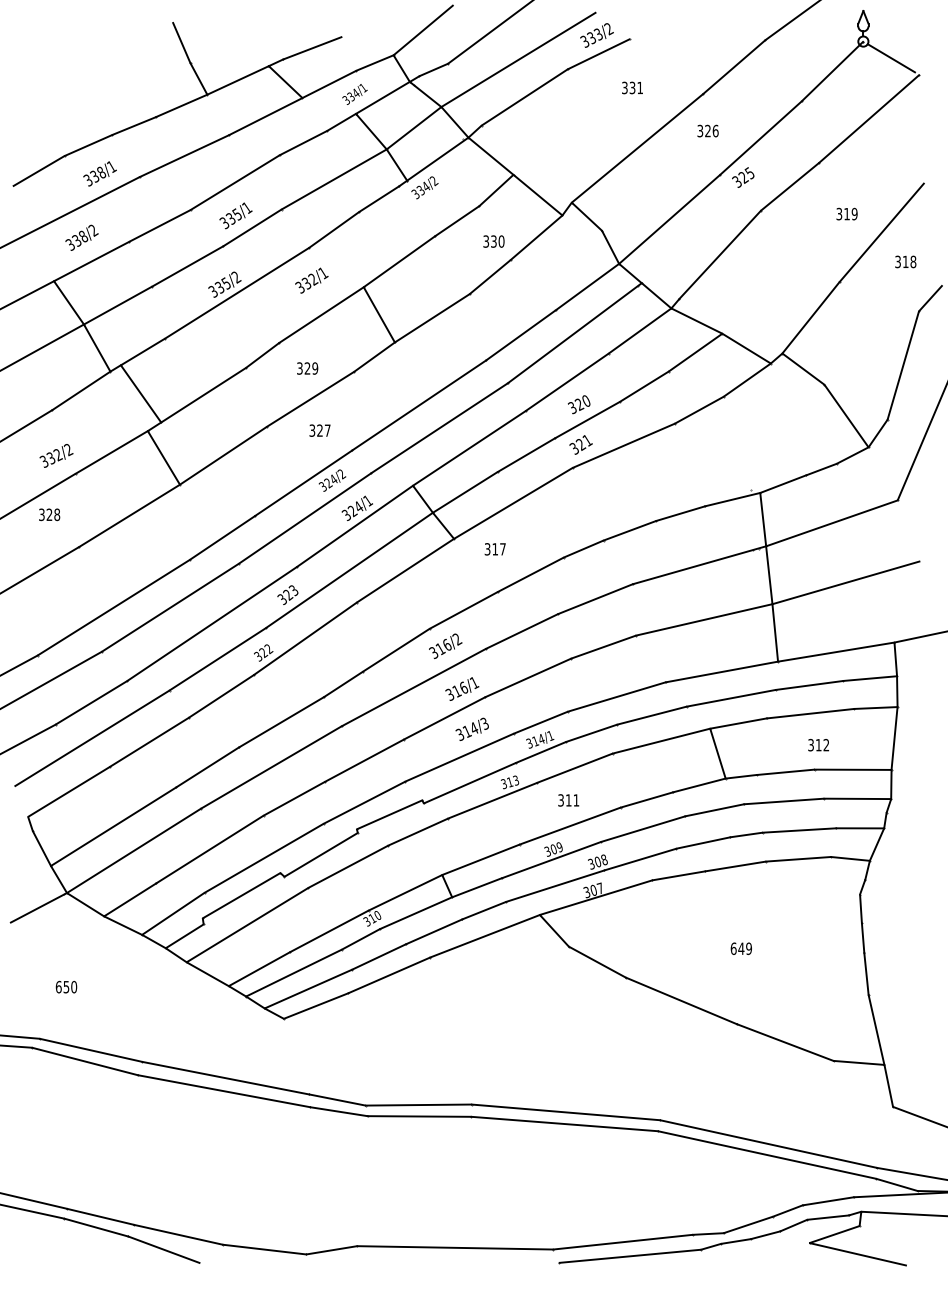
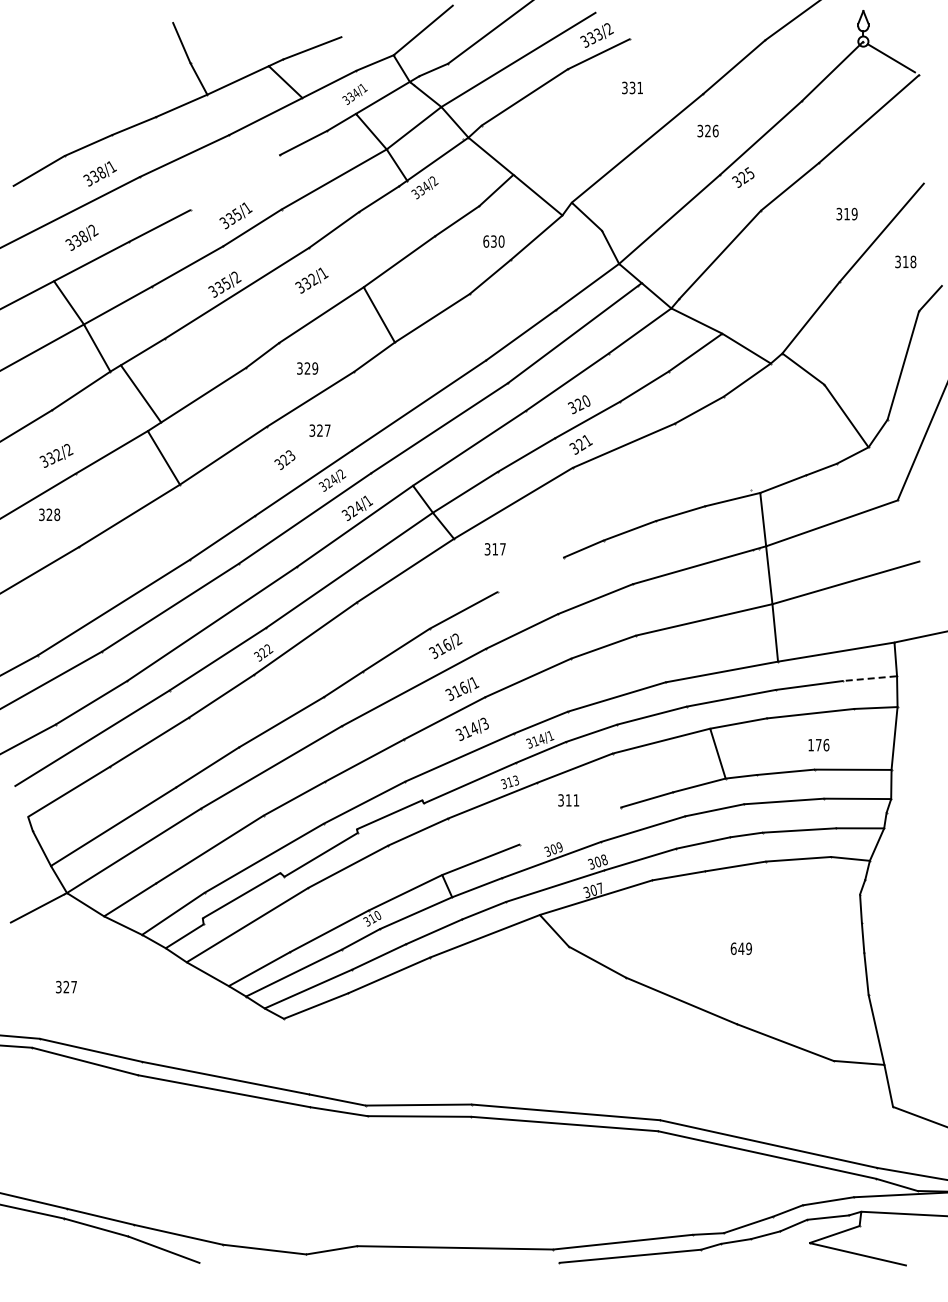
line at (234, 182): present -> none
text at (486, 241): 330 -> 630
line at (530, 574): present -> none
text at (287, 594) position: (287, 594) -> (284, 459)
line at (870, 678): solid -> dashed
text at (818, 744): 312 -> 176
line at (570, 825): present -> none
text at (66, 986): 650 -> 327
